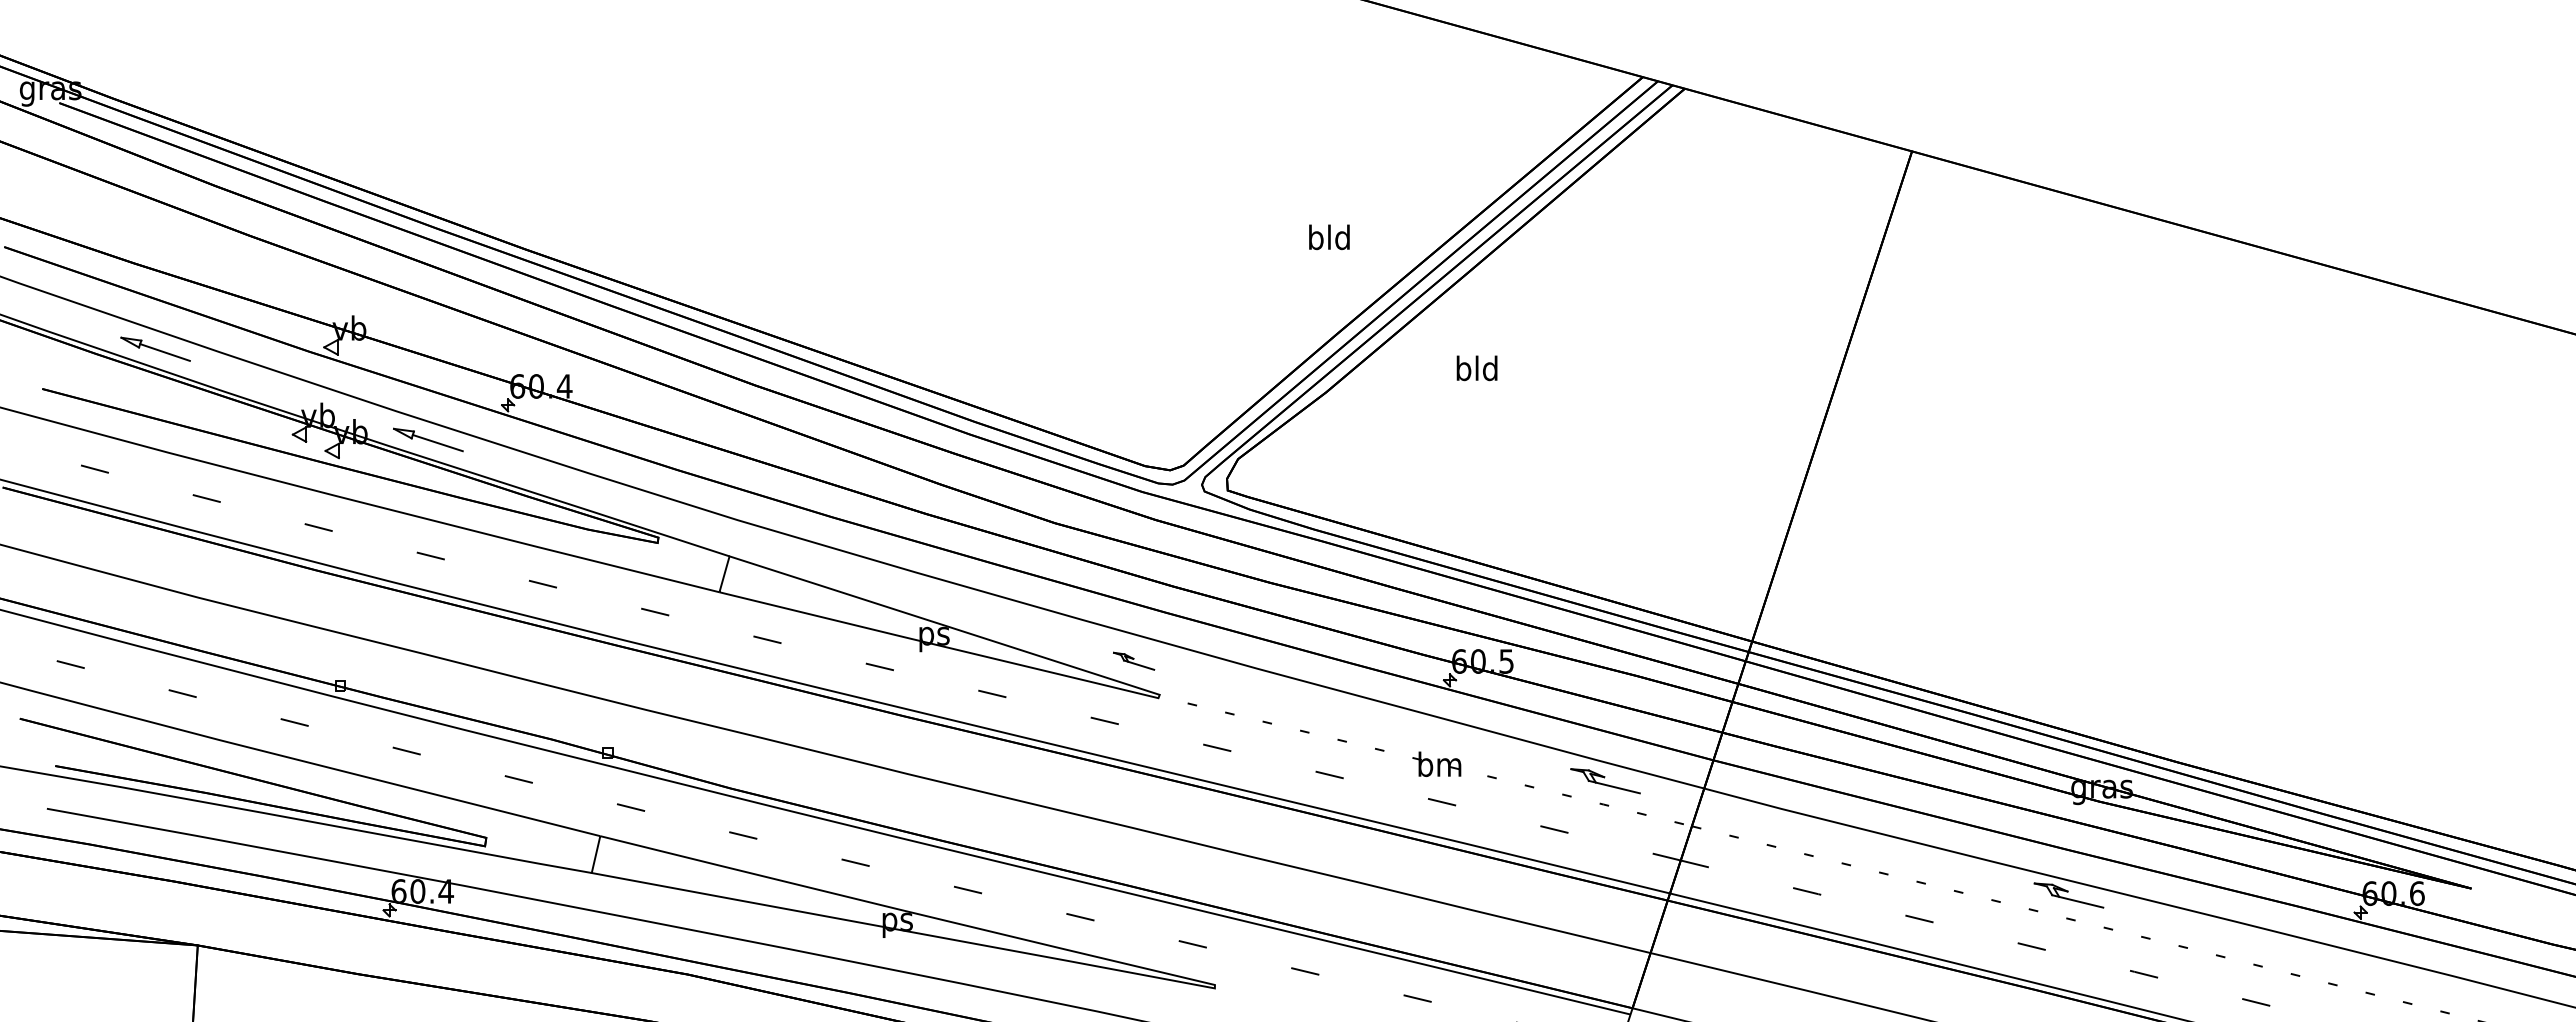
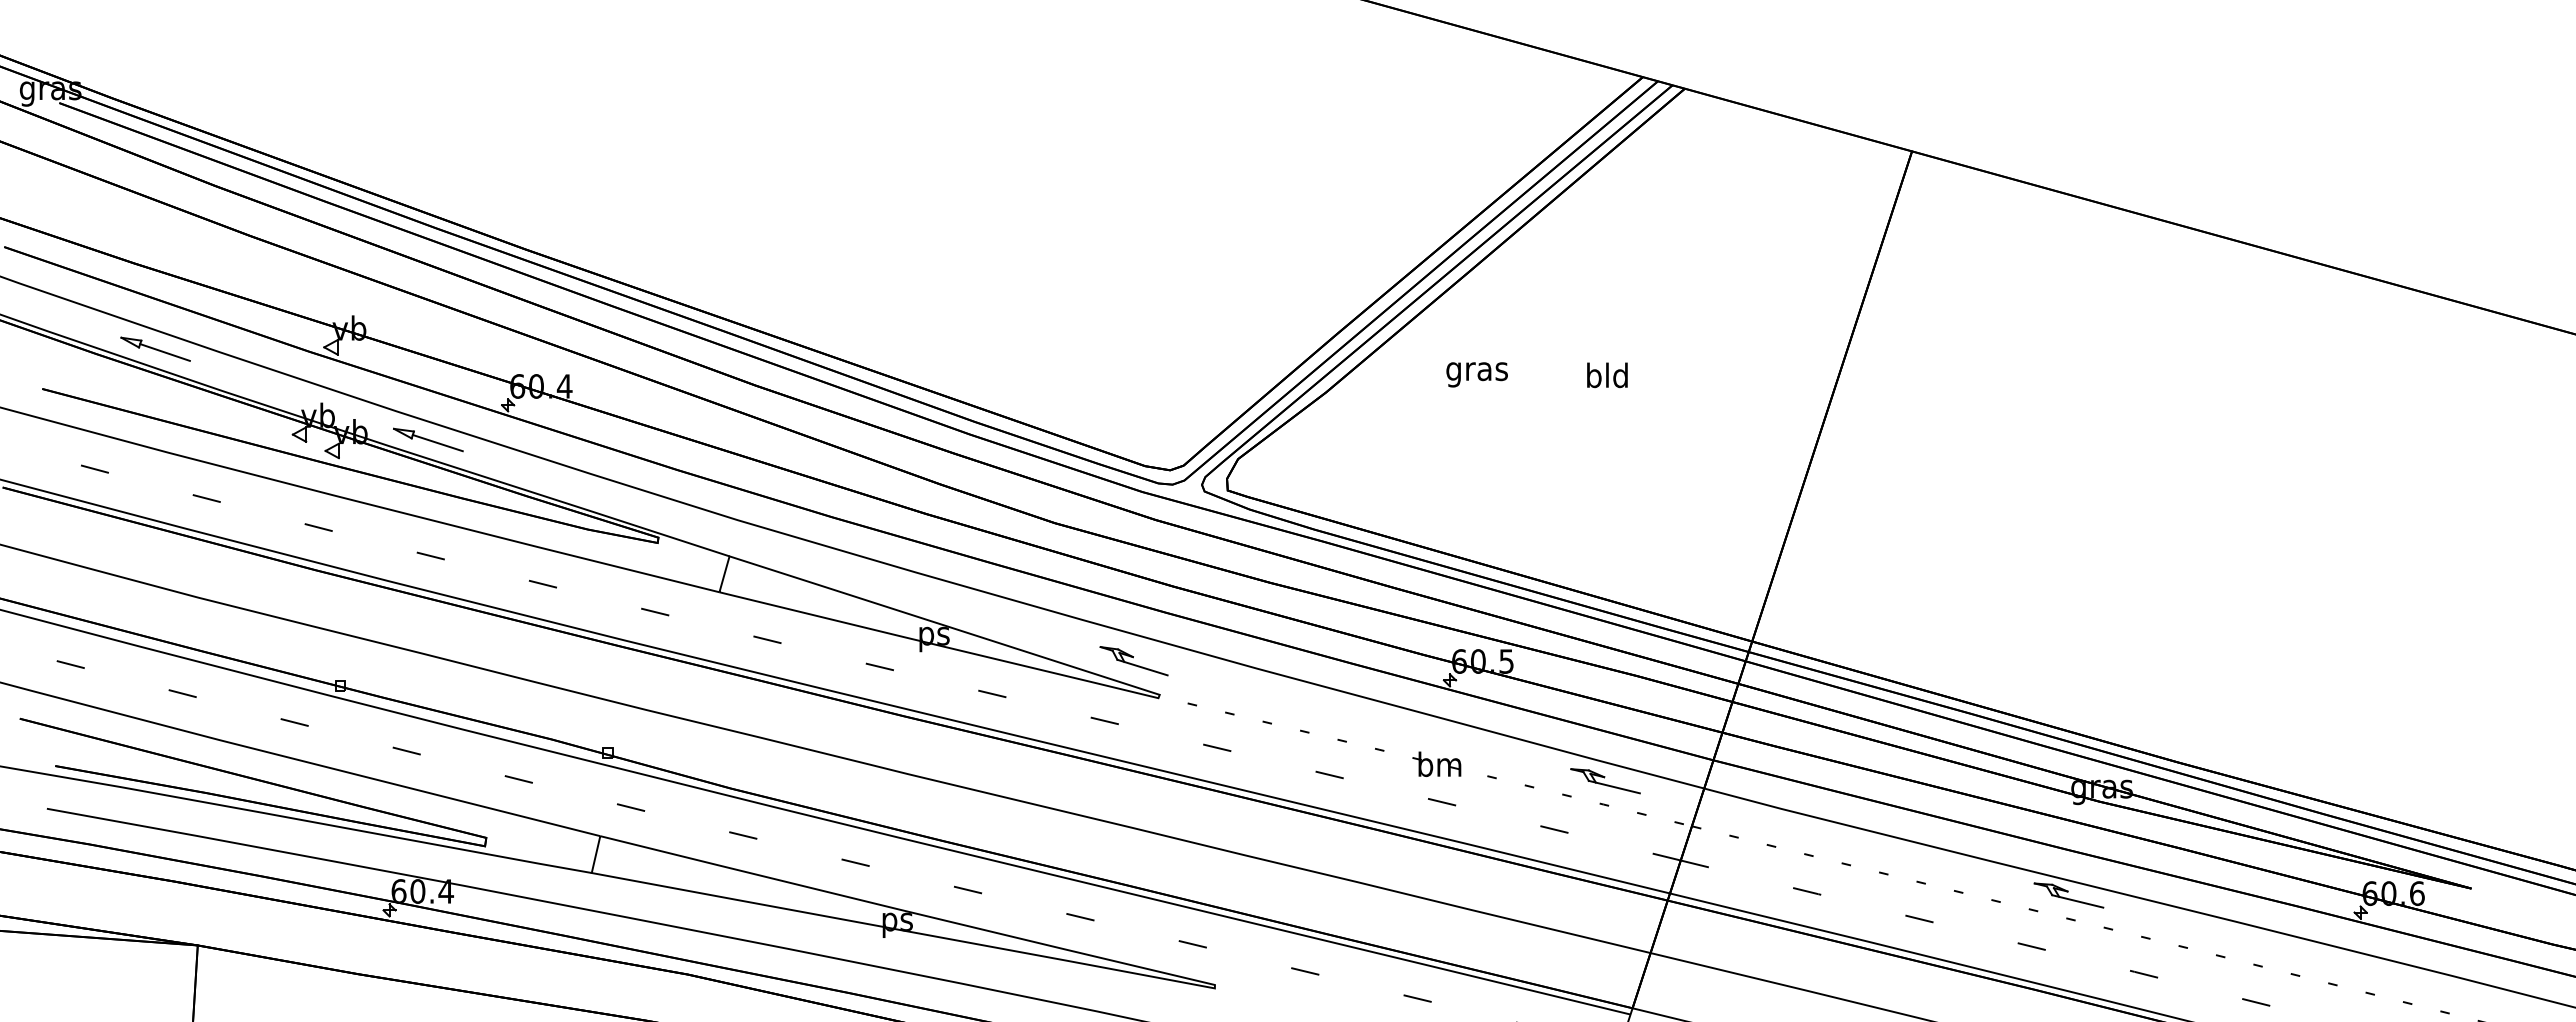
text at (1329, 237) position: (1329, 237) -> (1607, 375)
text at (1476, 371): bld -> gras
part at (1134, 660) size: 43x20 px -> 70x31 px
